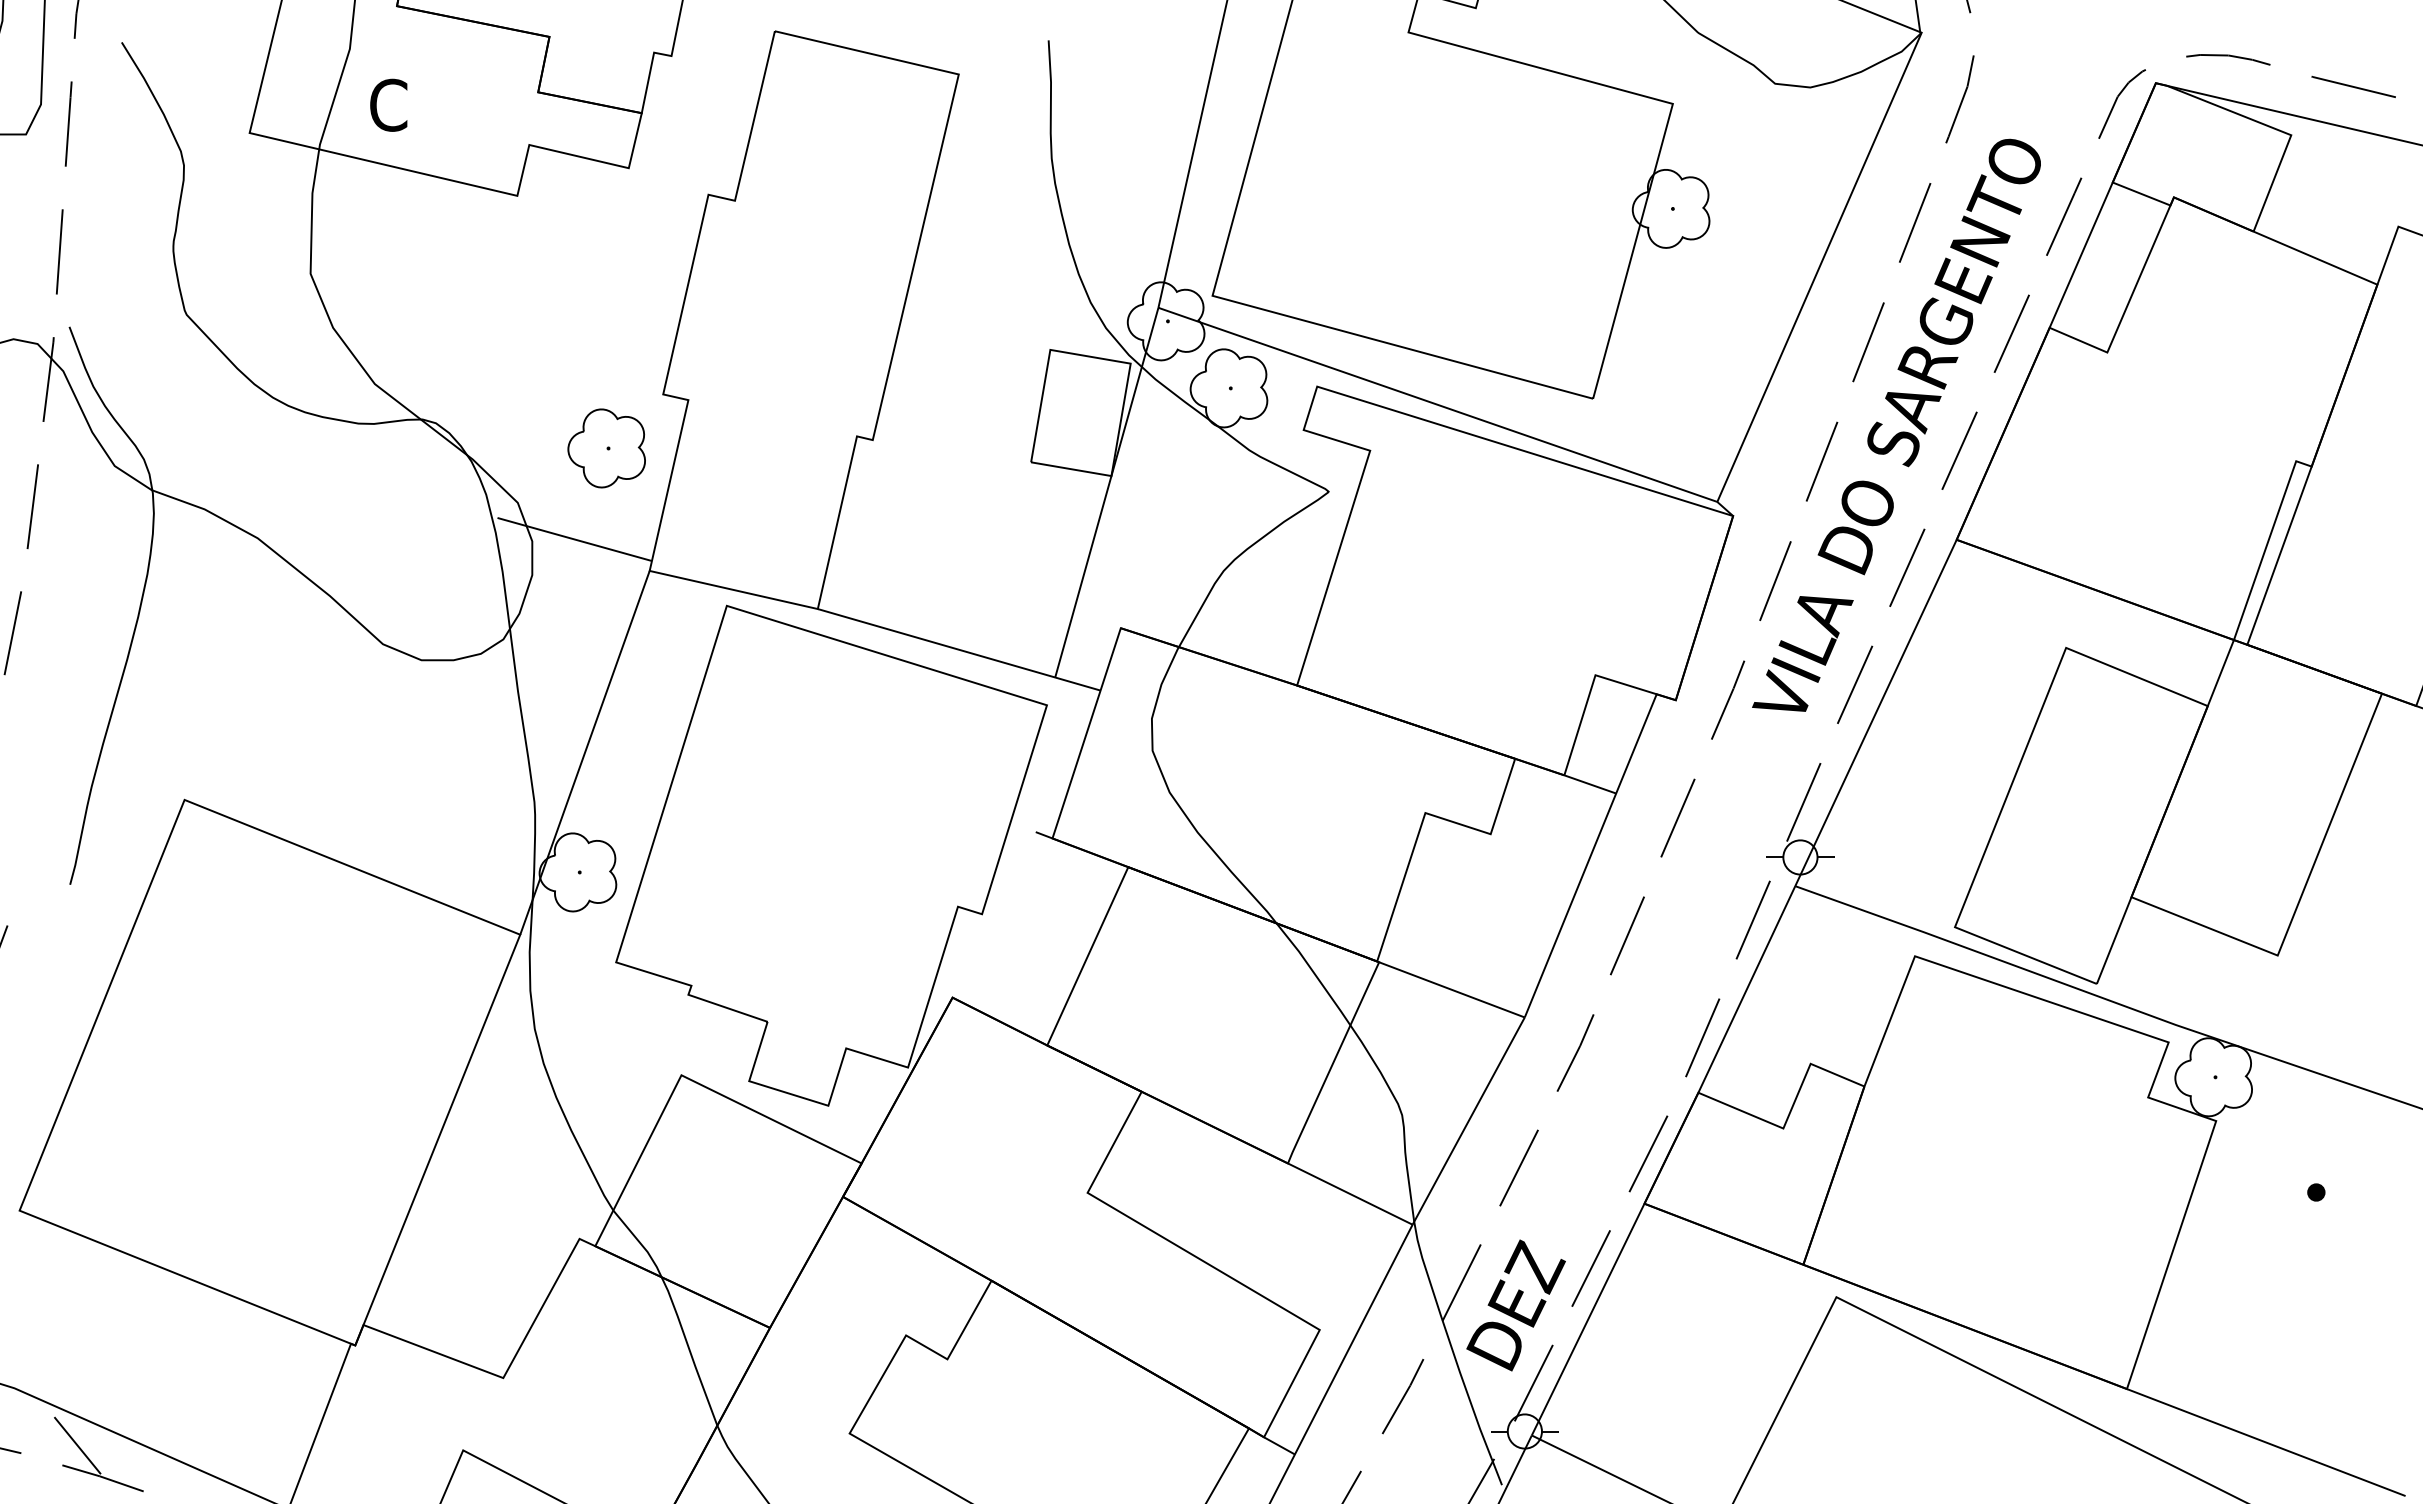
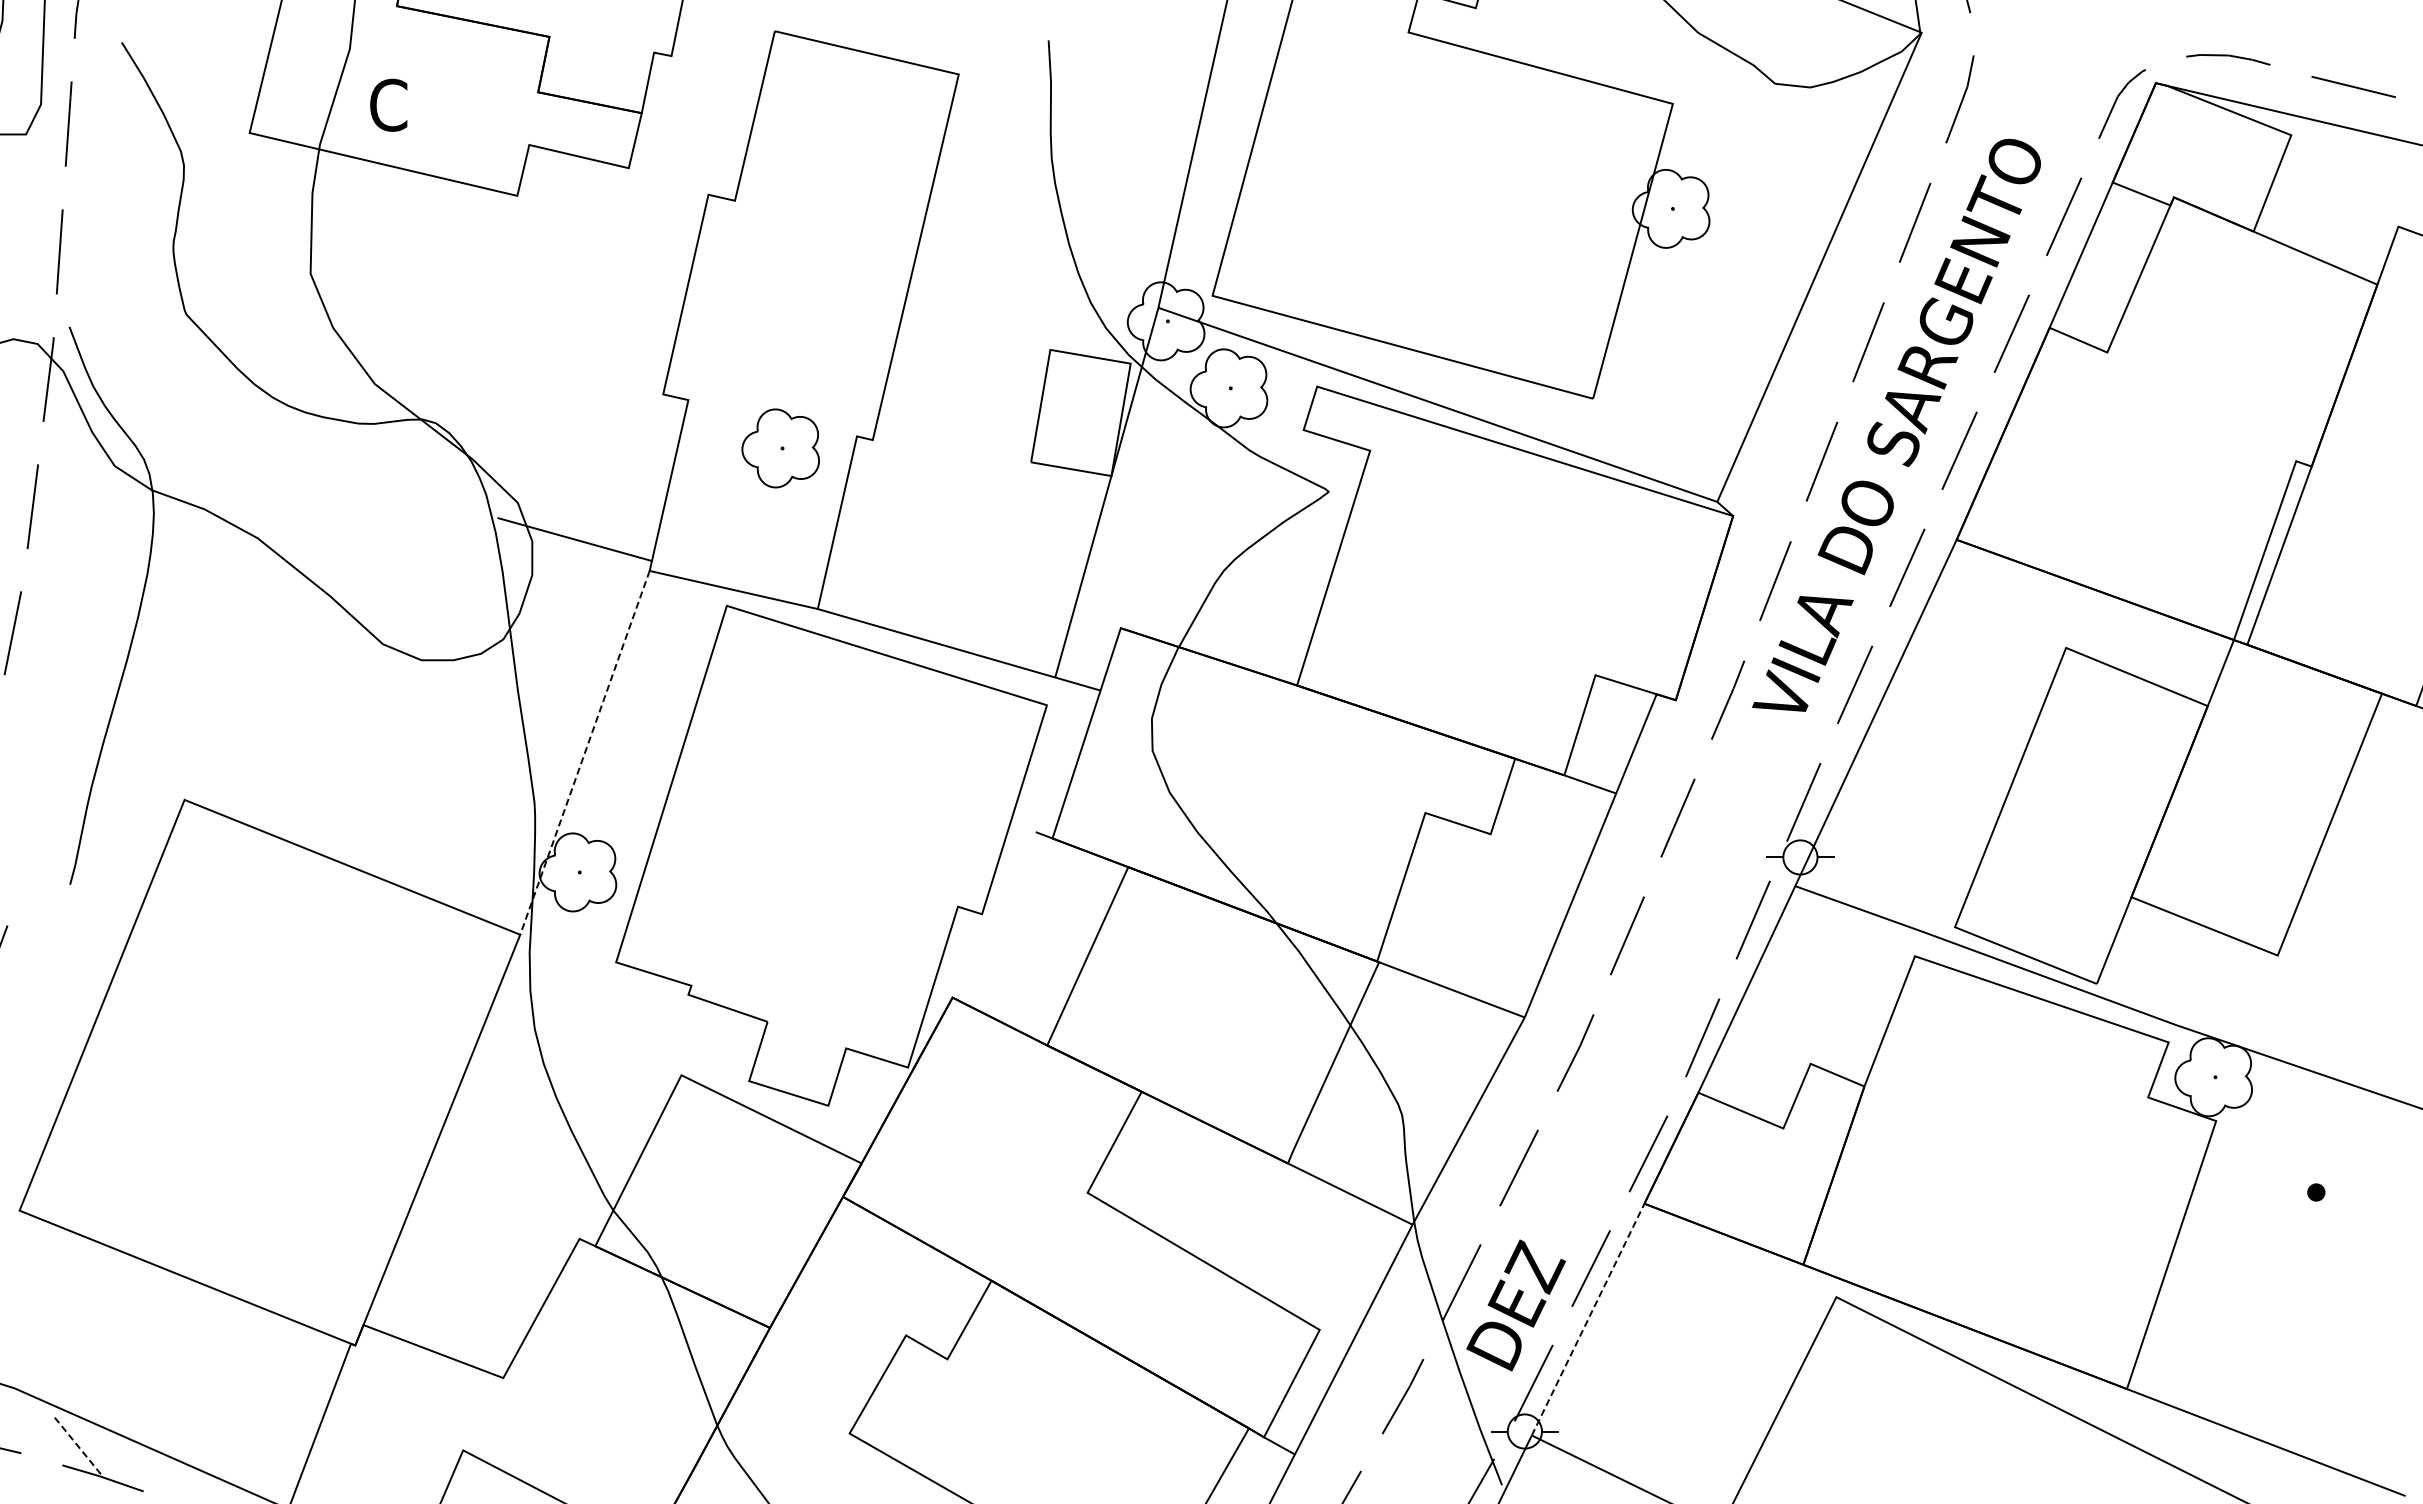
part at (606, 448) position: (606, 448) -> (780, 448)
line at (584, 753): solid -> dashed
line at (1588, 1319): solid -> dashed
line at (77, 1445): solid -> dashed
